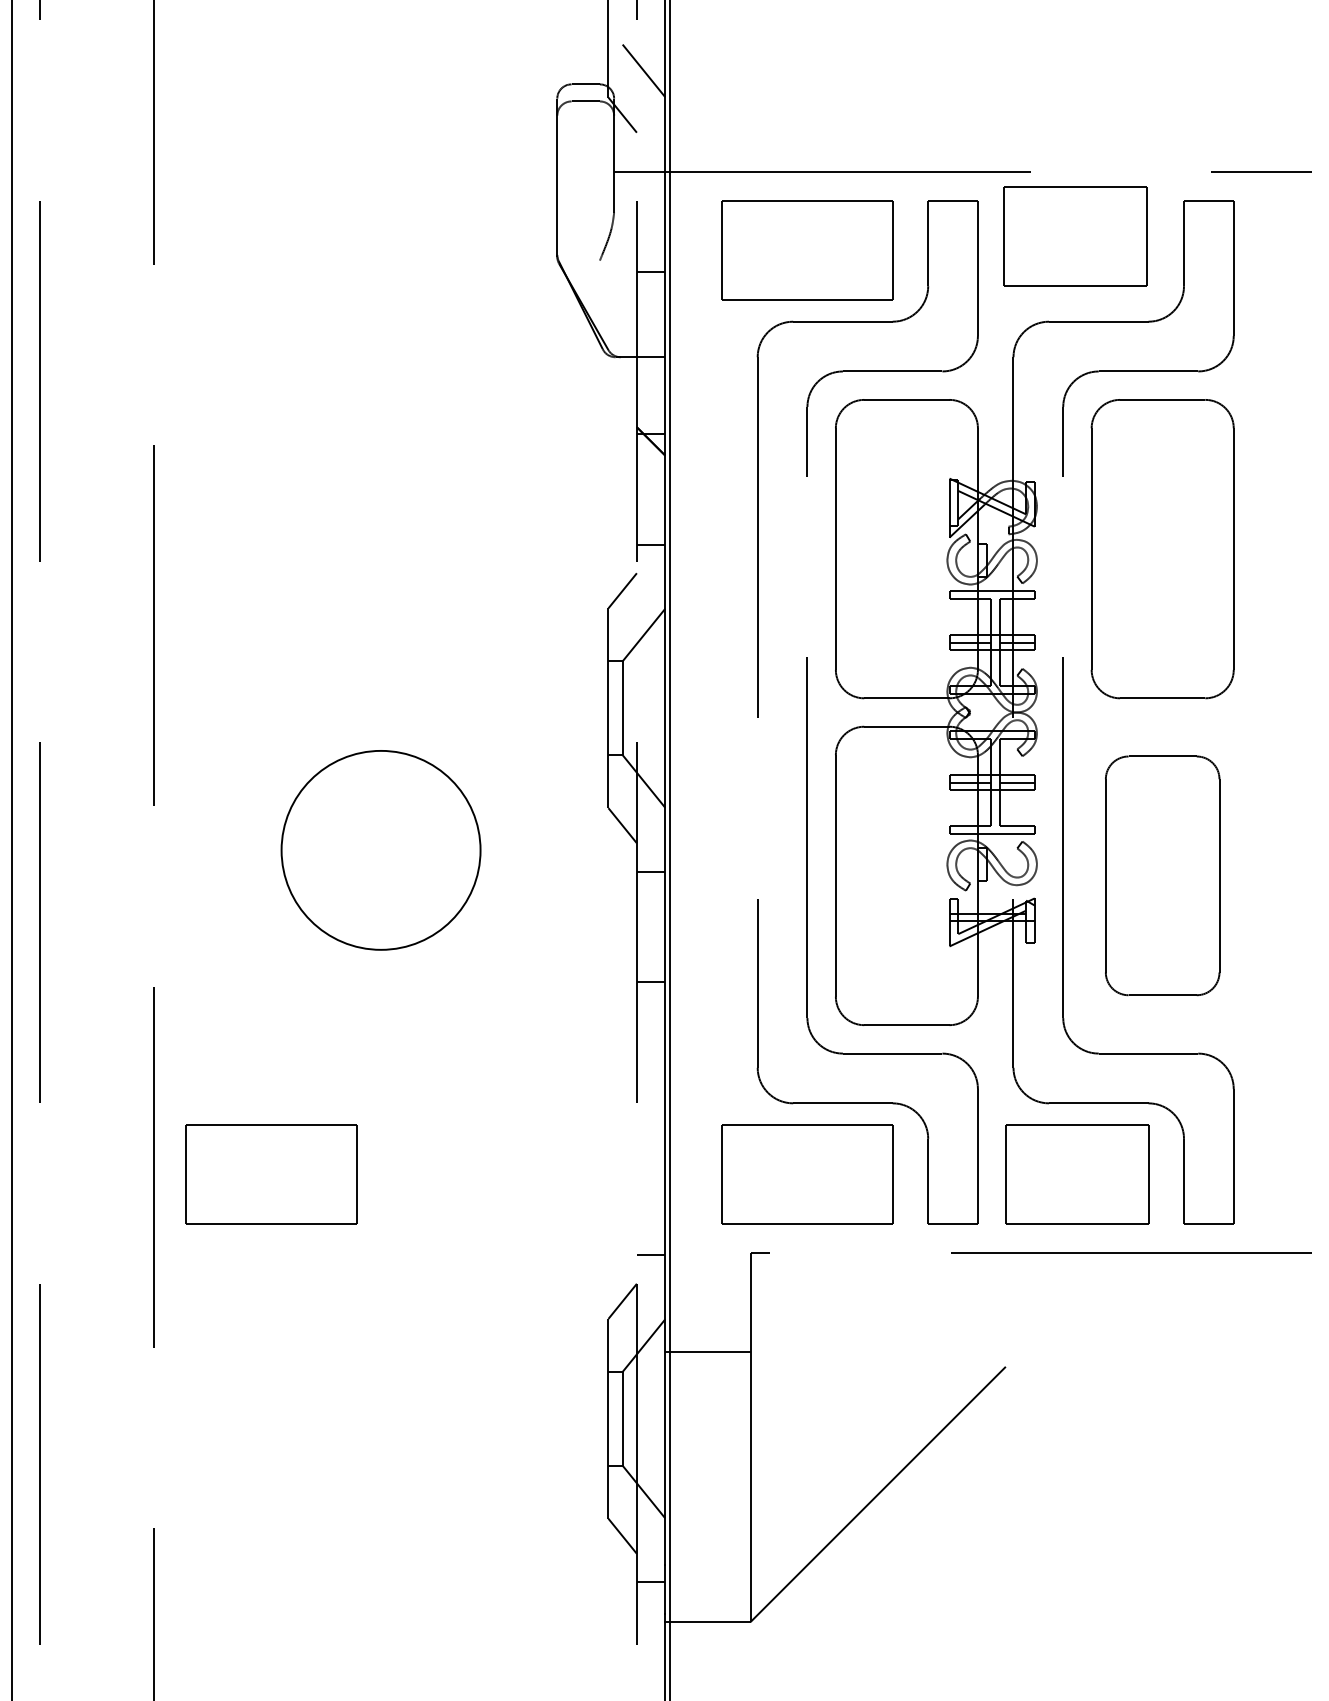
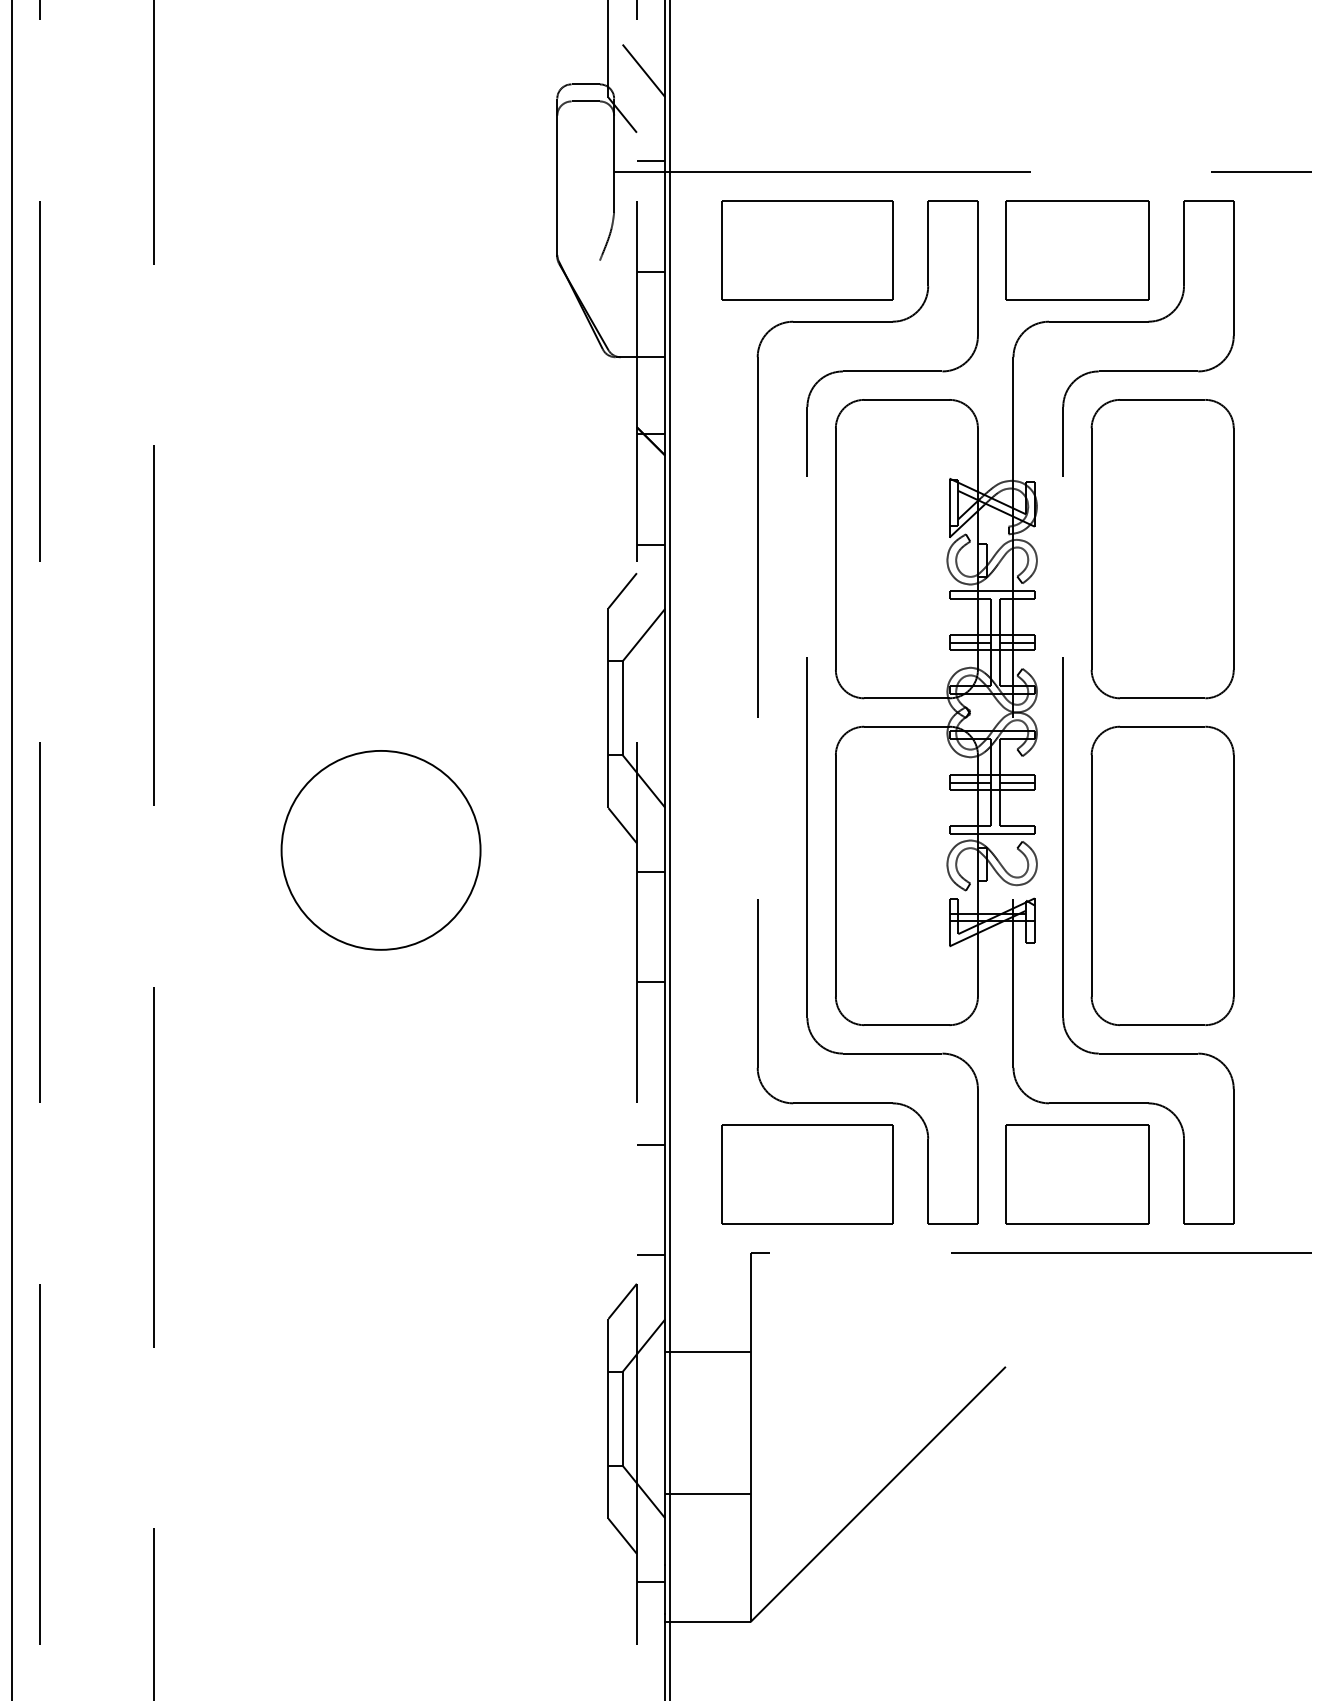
line at (650, 161): none -> present
part at (1075, 236) position: (1075, 236) -> (1077, 250)
part at (1162, 875) size: 116x242 px -> 145x301 px
line at (650, 1144): none -> present
part at (271, 1174): present -> none
line at (707, 1494): none -> present
